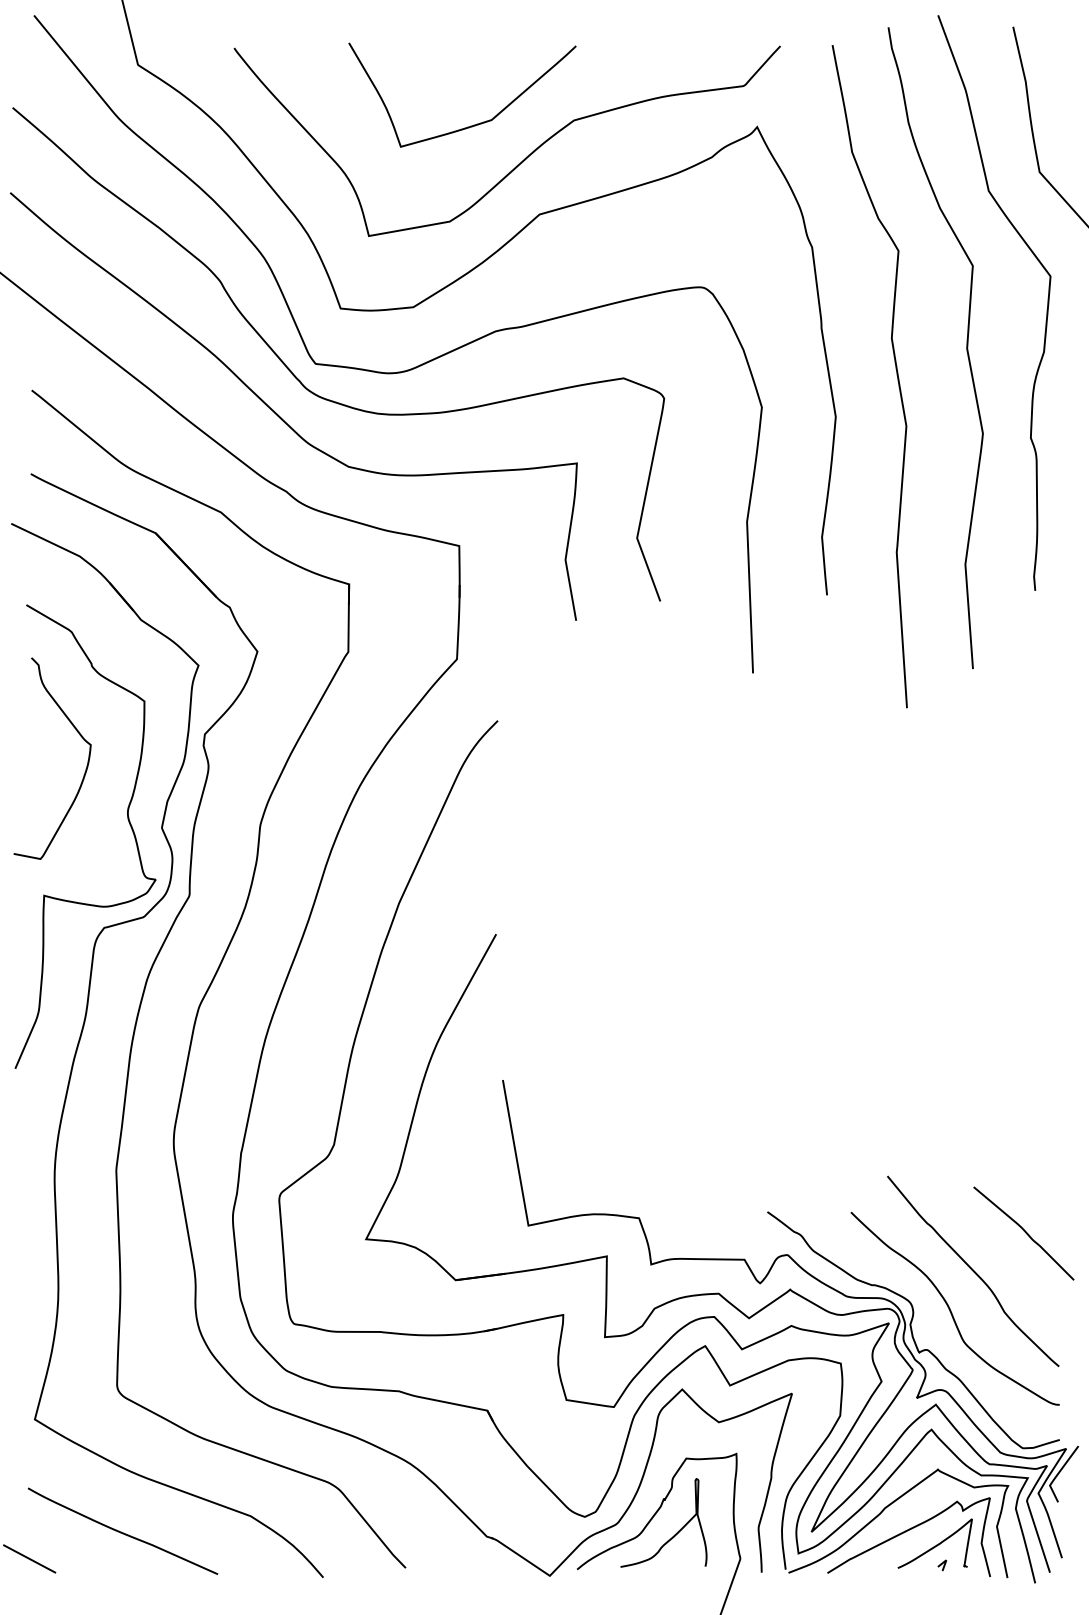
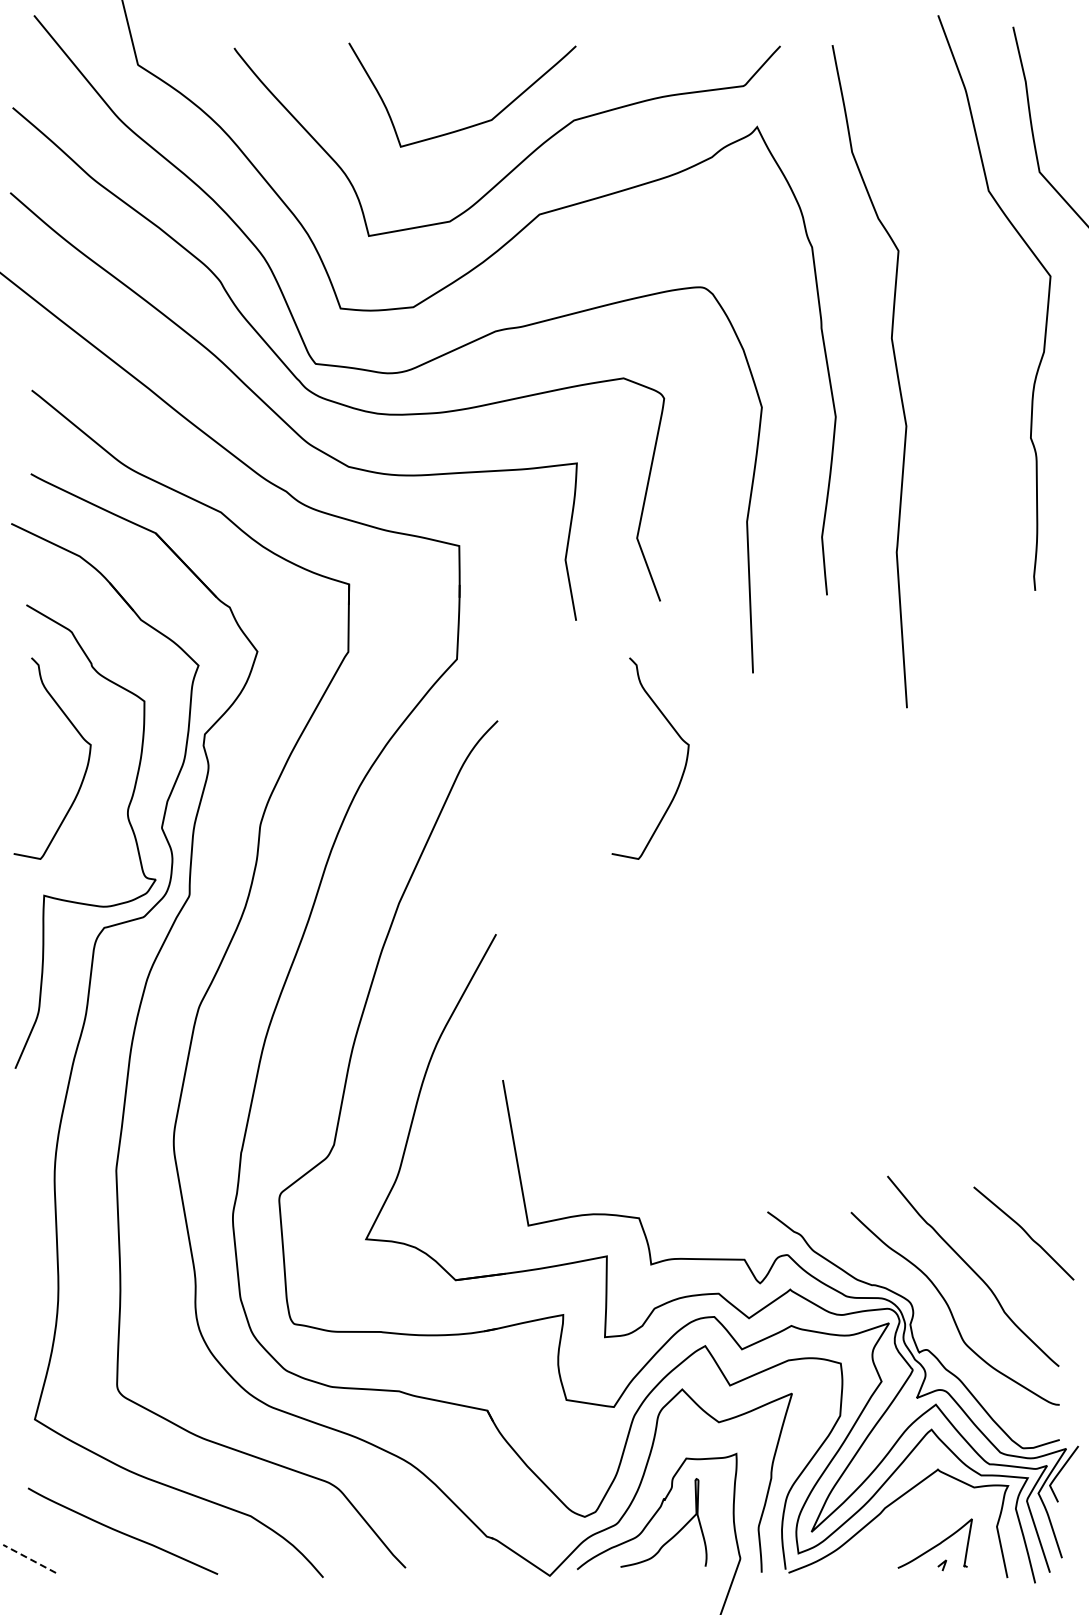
curve at (966, 348): present -> none
curve at (684, 765): none -> present
curve at (906, 1532): present -> none
line at (29, 1558): solid -> dashed
